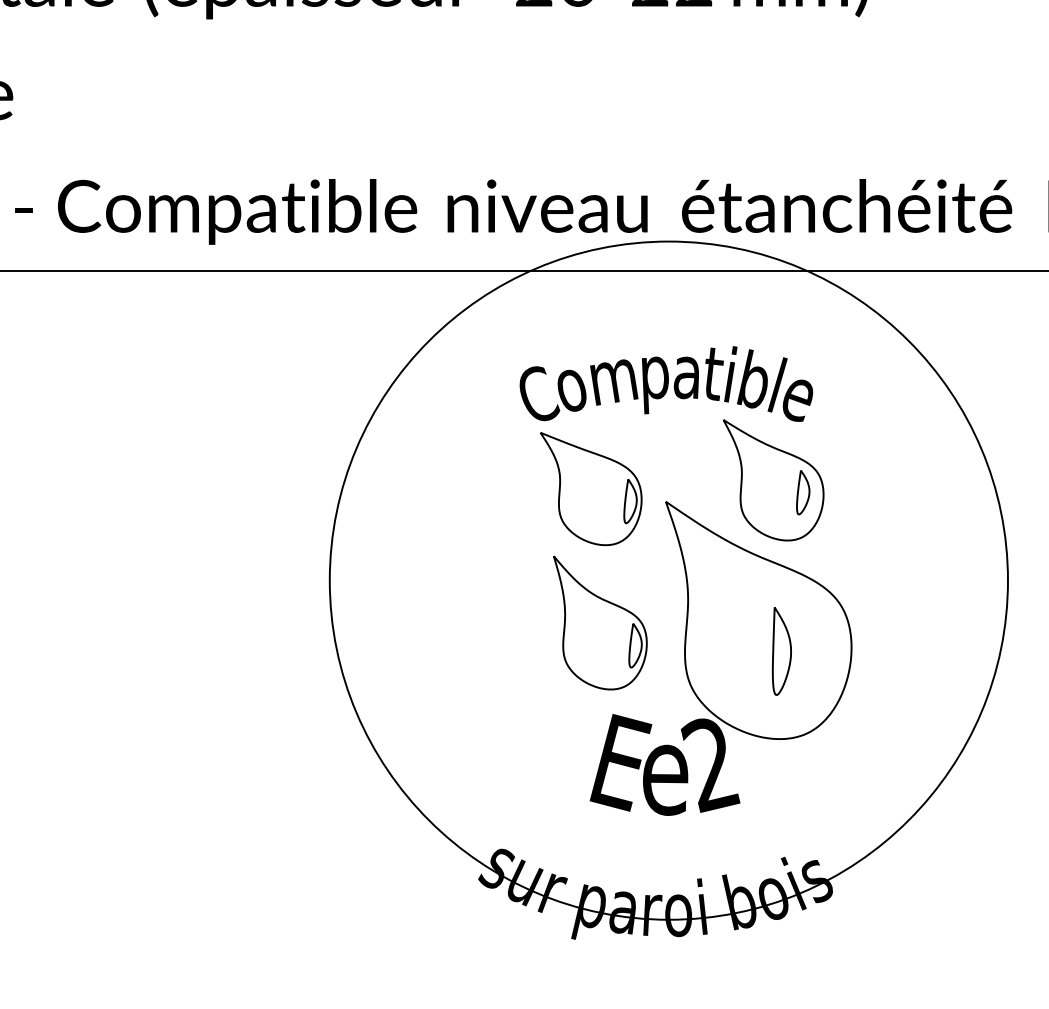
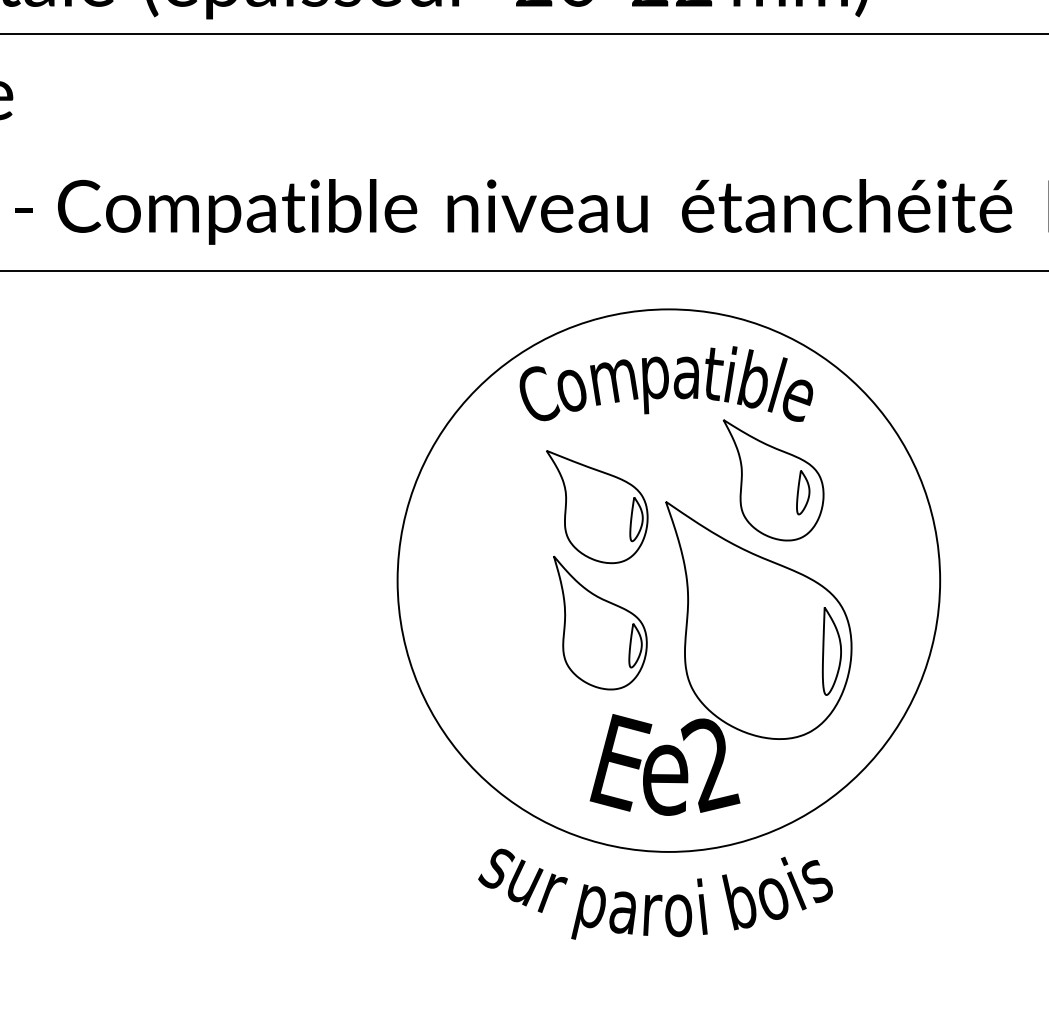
line at (523, 33): none -> present
part at (591, 489) position: (591, 489) -> (597, 507)
circle at (668, 580) diameter: 678 px -> 543 px
part at (781, 651) position: (781, 651) -> (831, 651)
